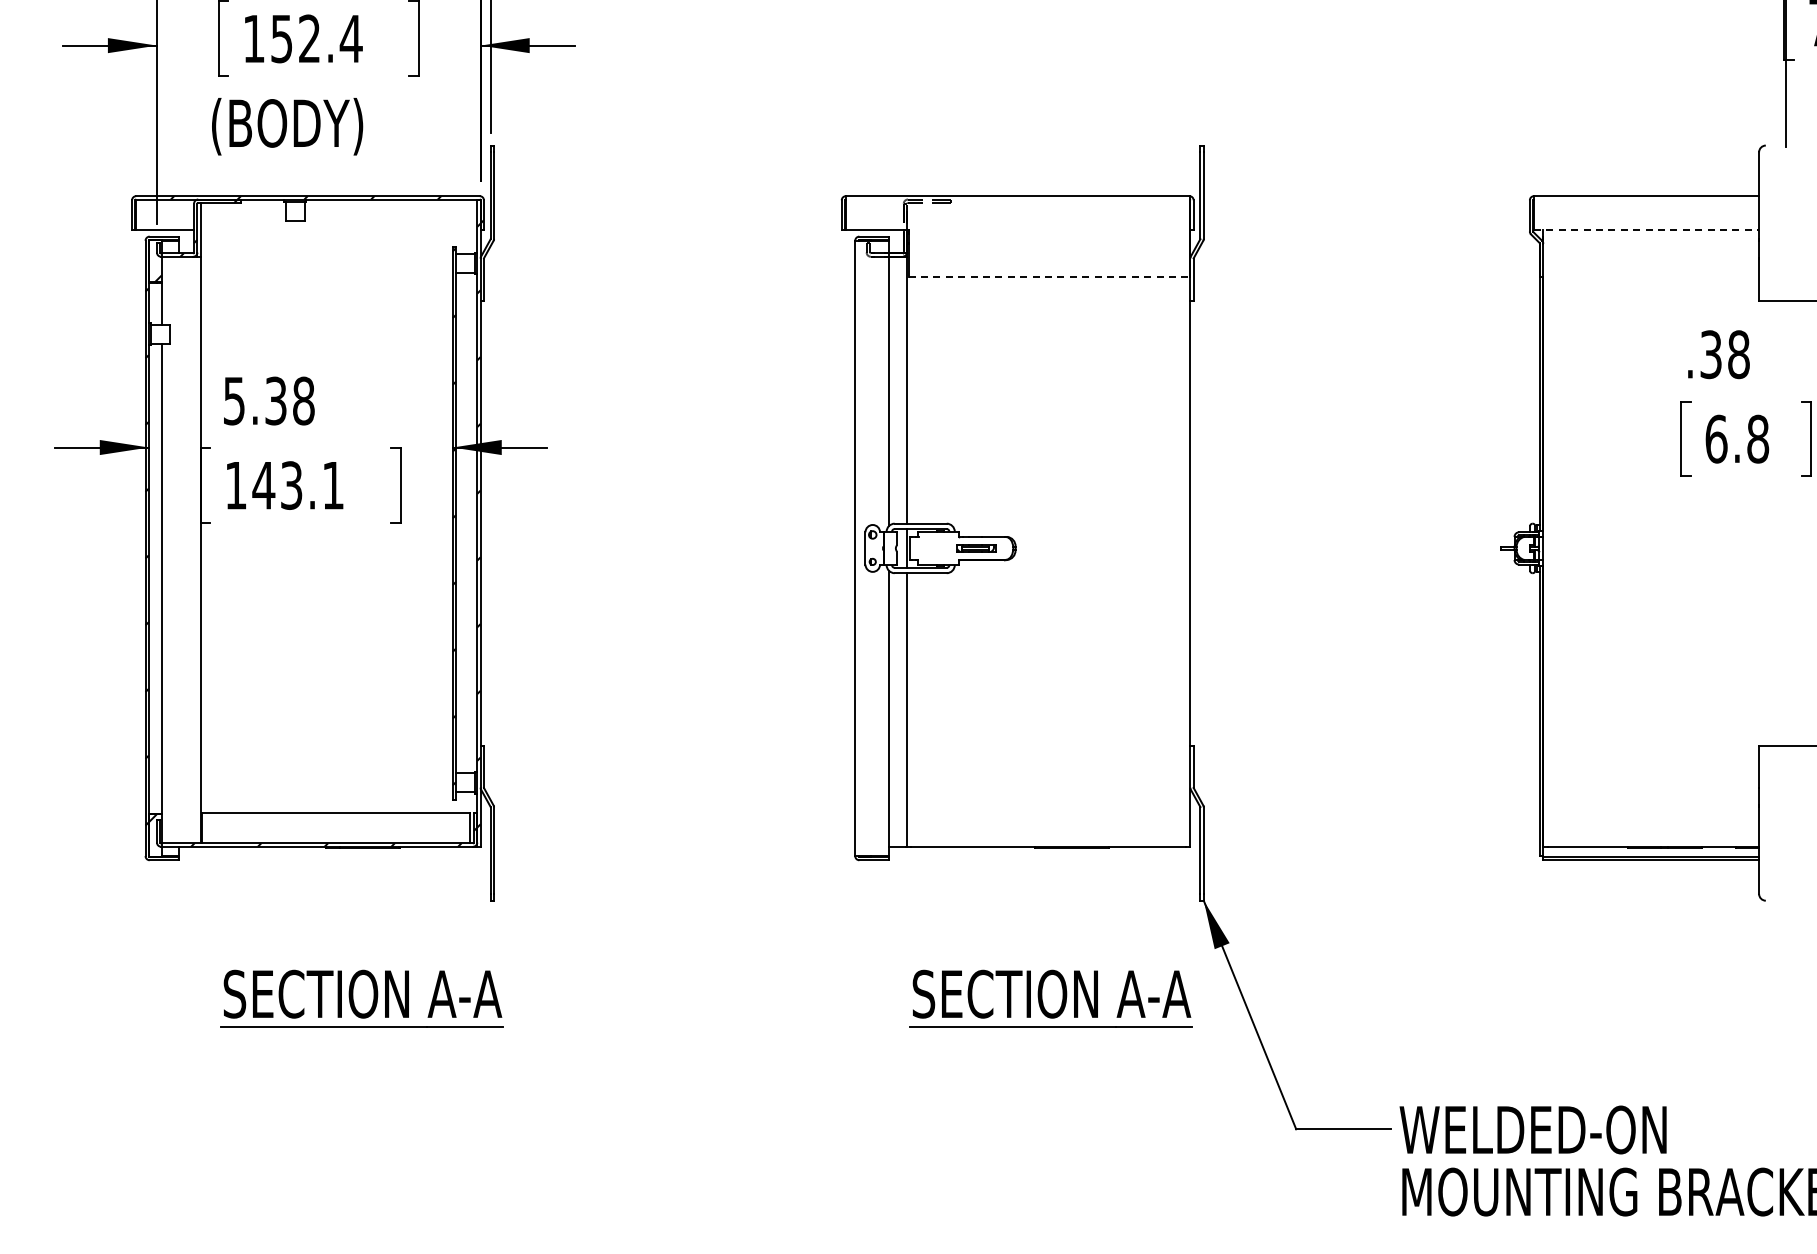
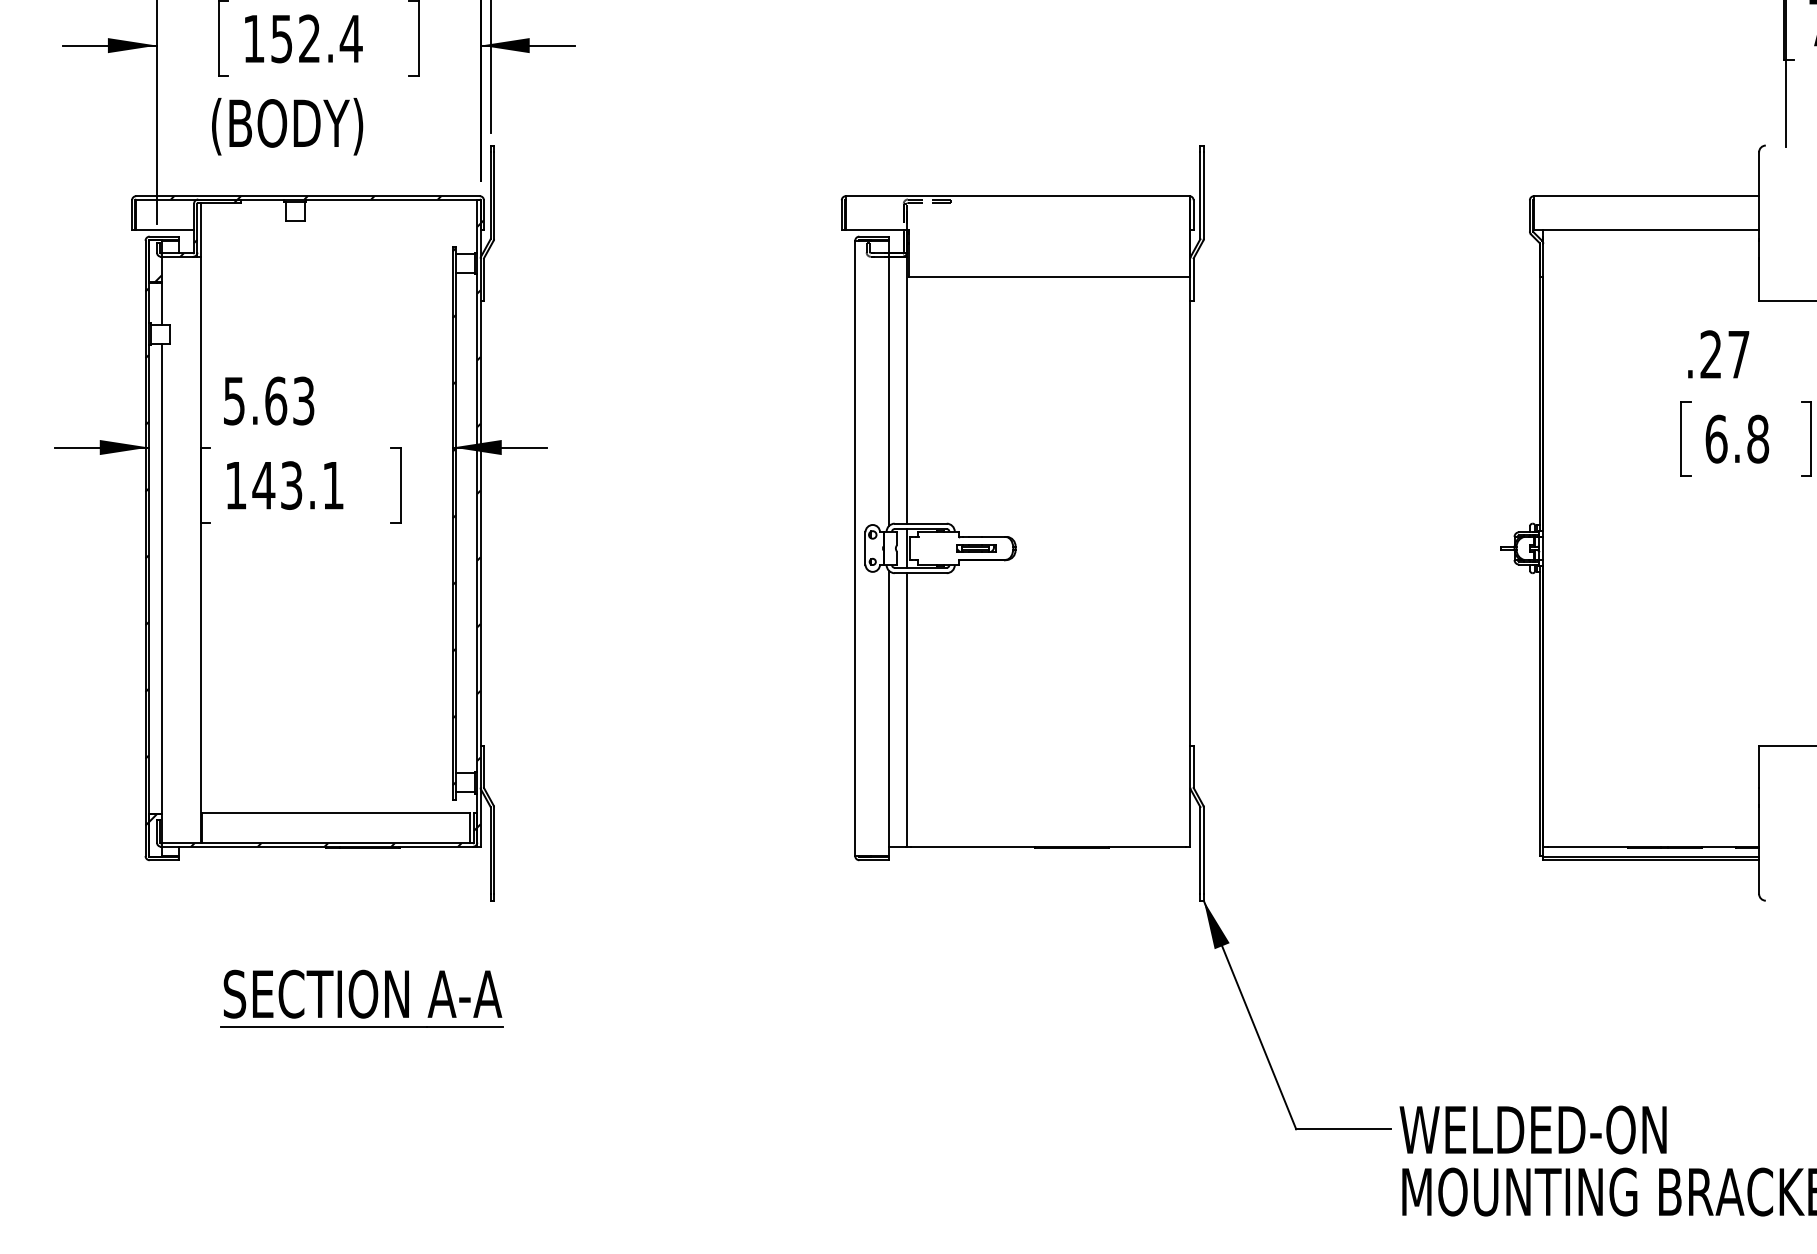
line at (1646, 229): dashed -> solid
line at (1049, 277): dashed -> solid
text at (1724, 354): .38 -> .27
text at (289, 400): 5.38 -> 5.63
part at (1050, 998): present -> none
